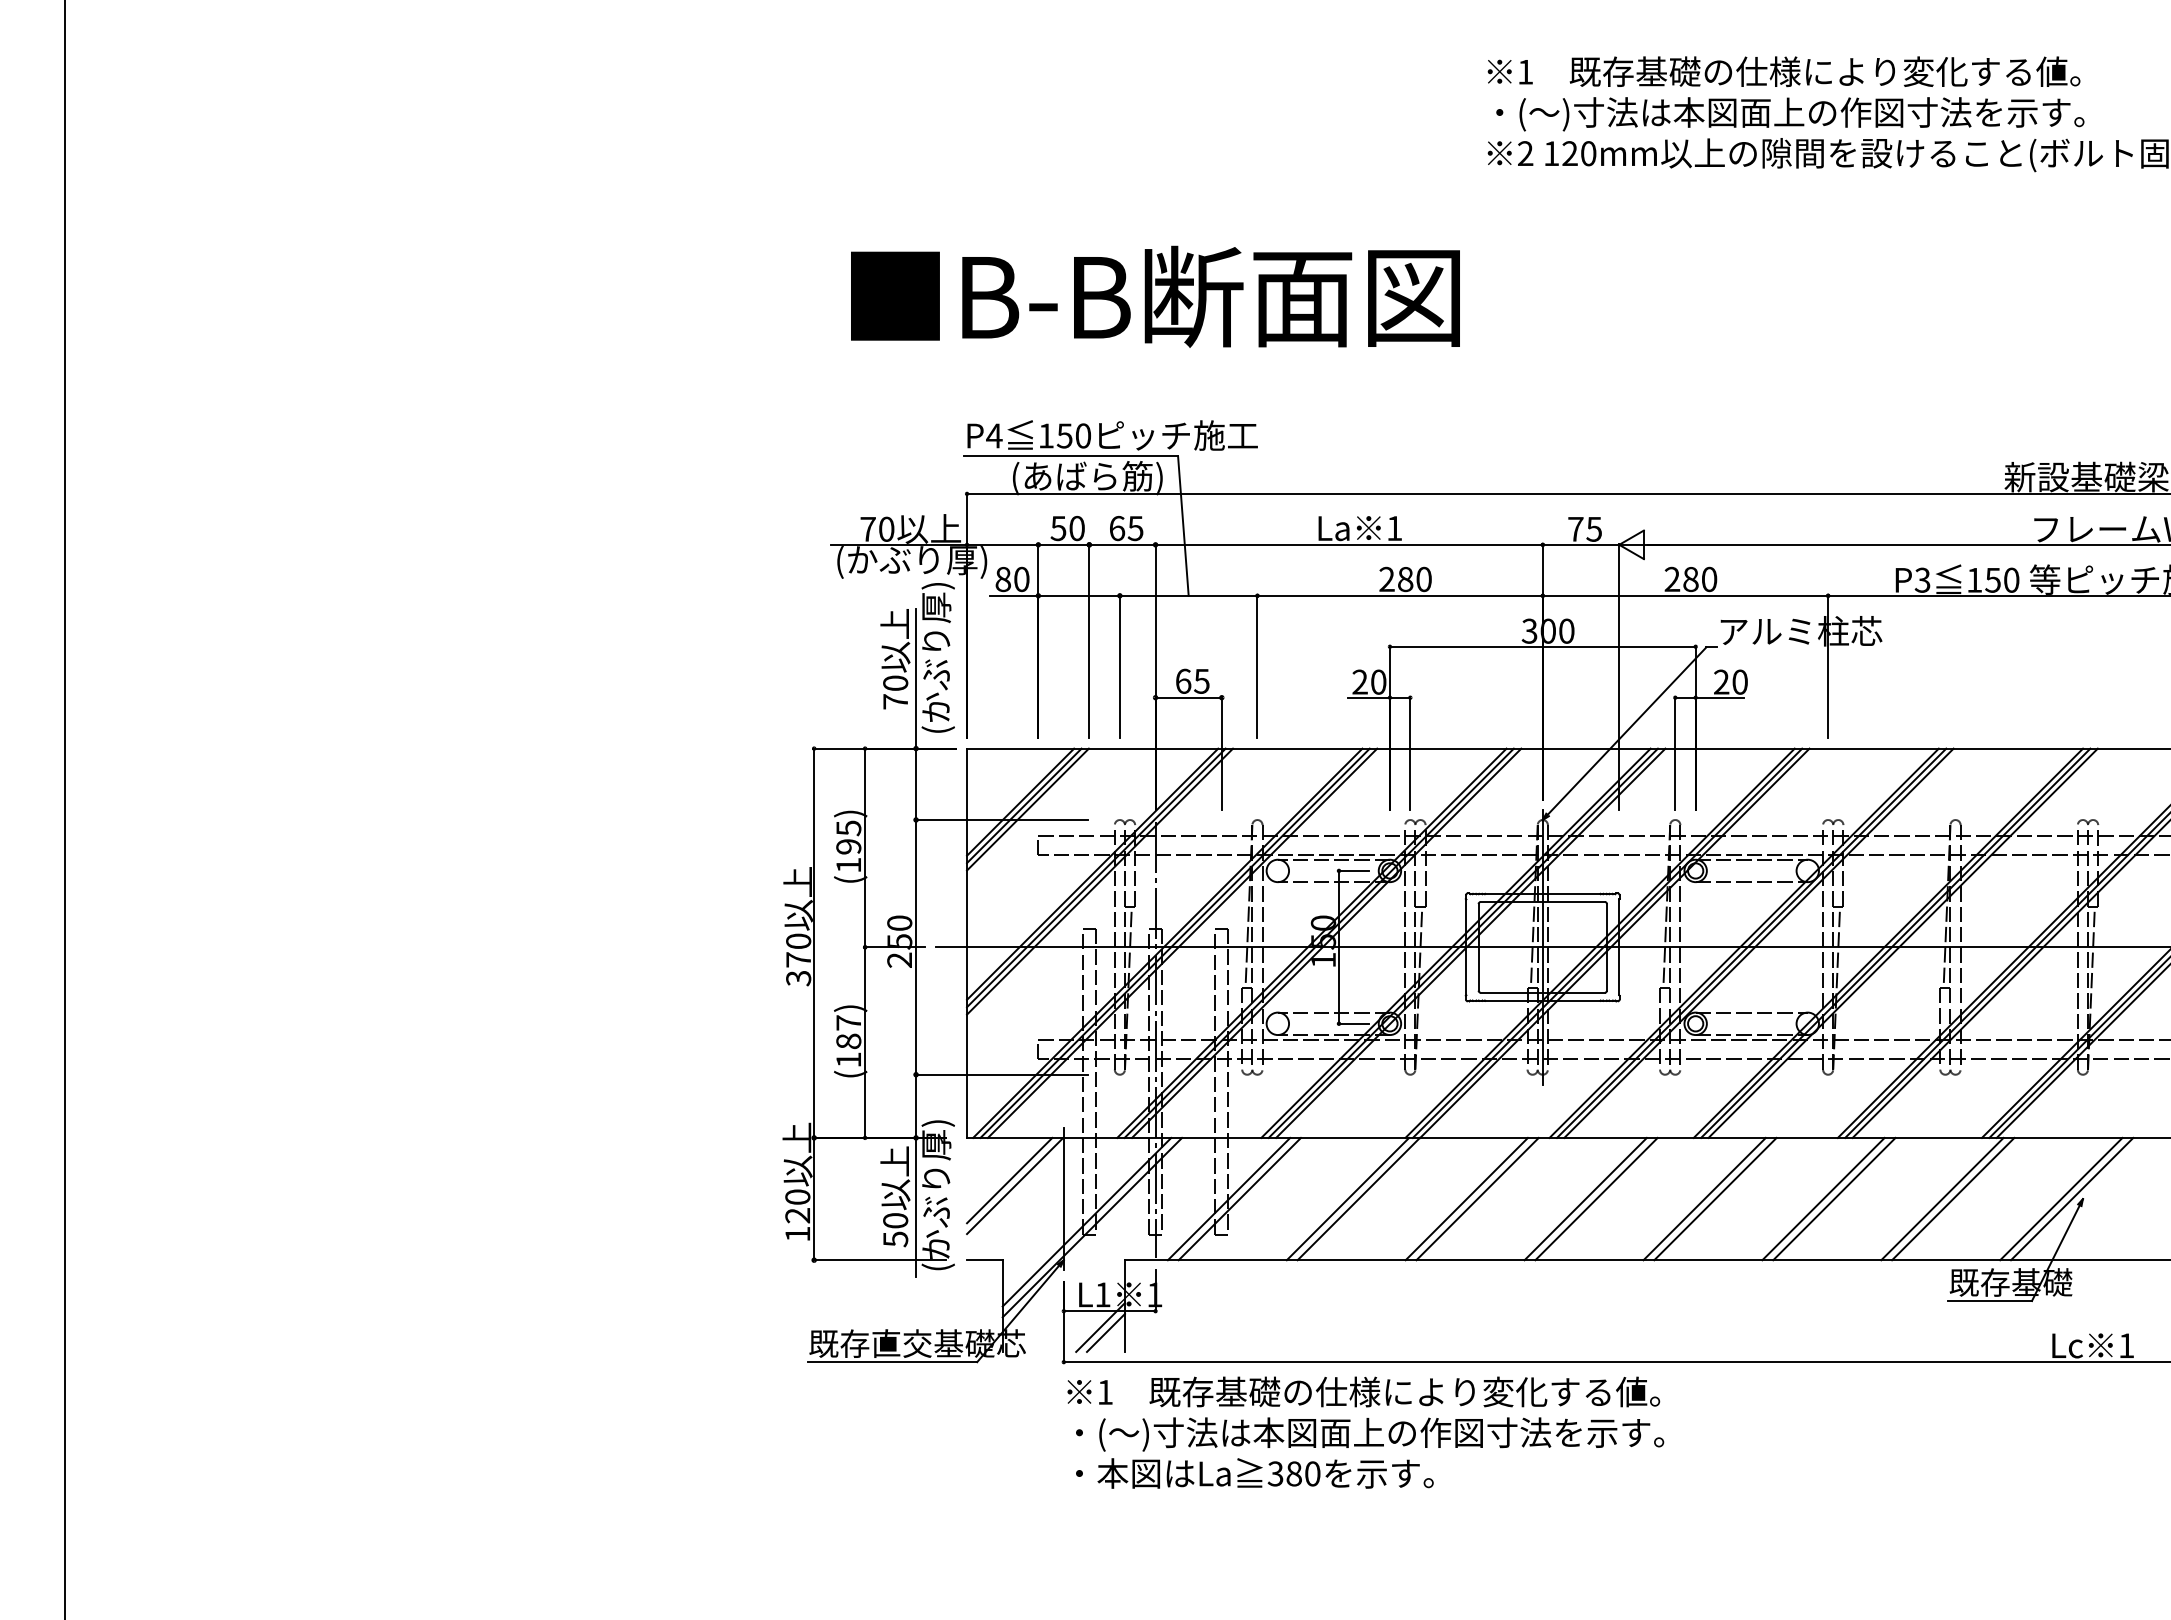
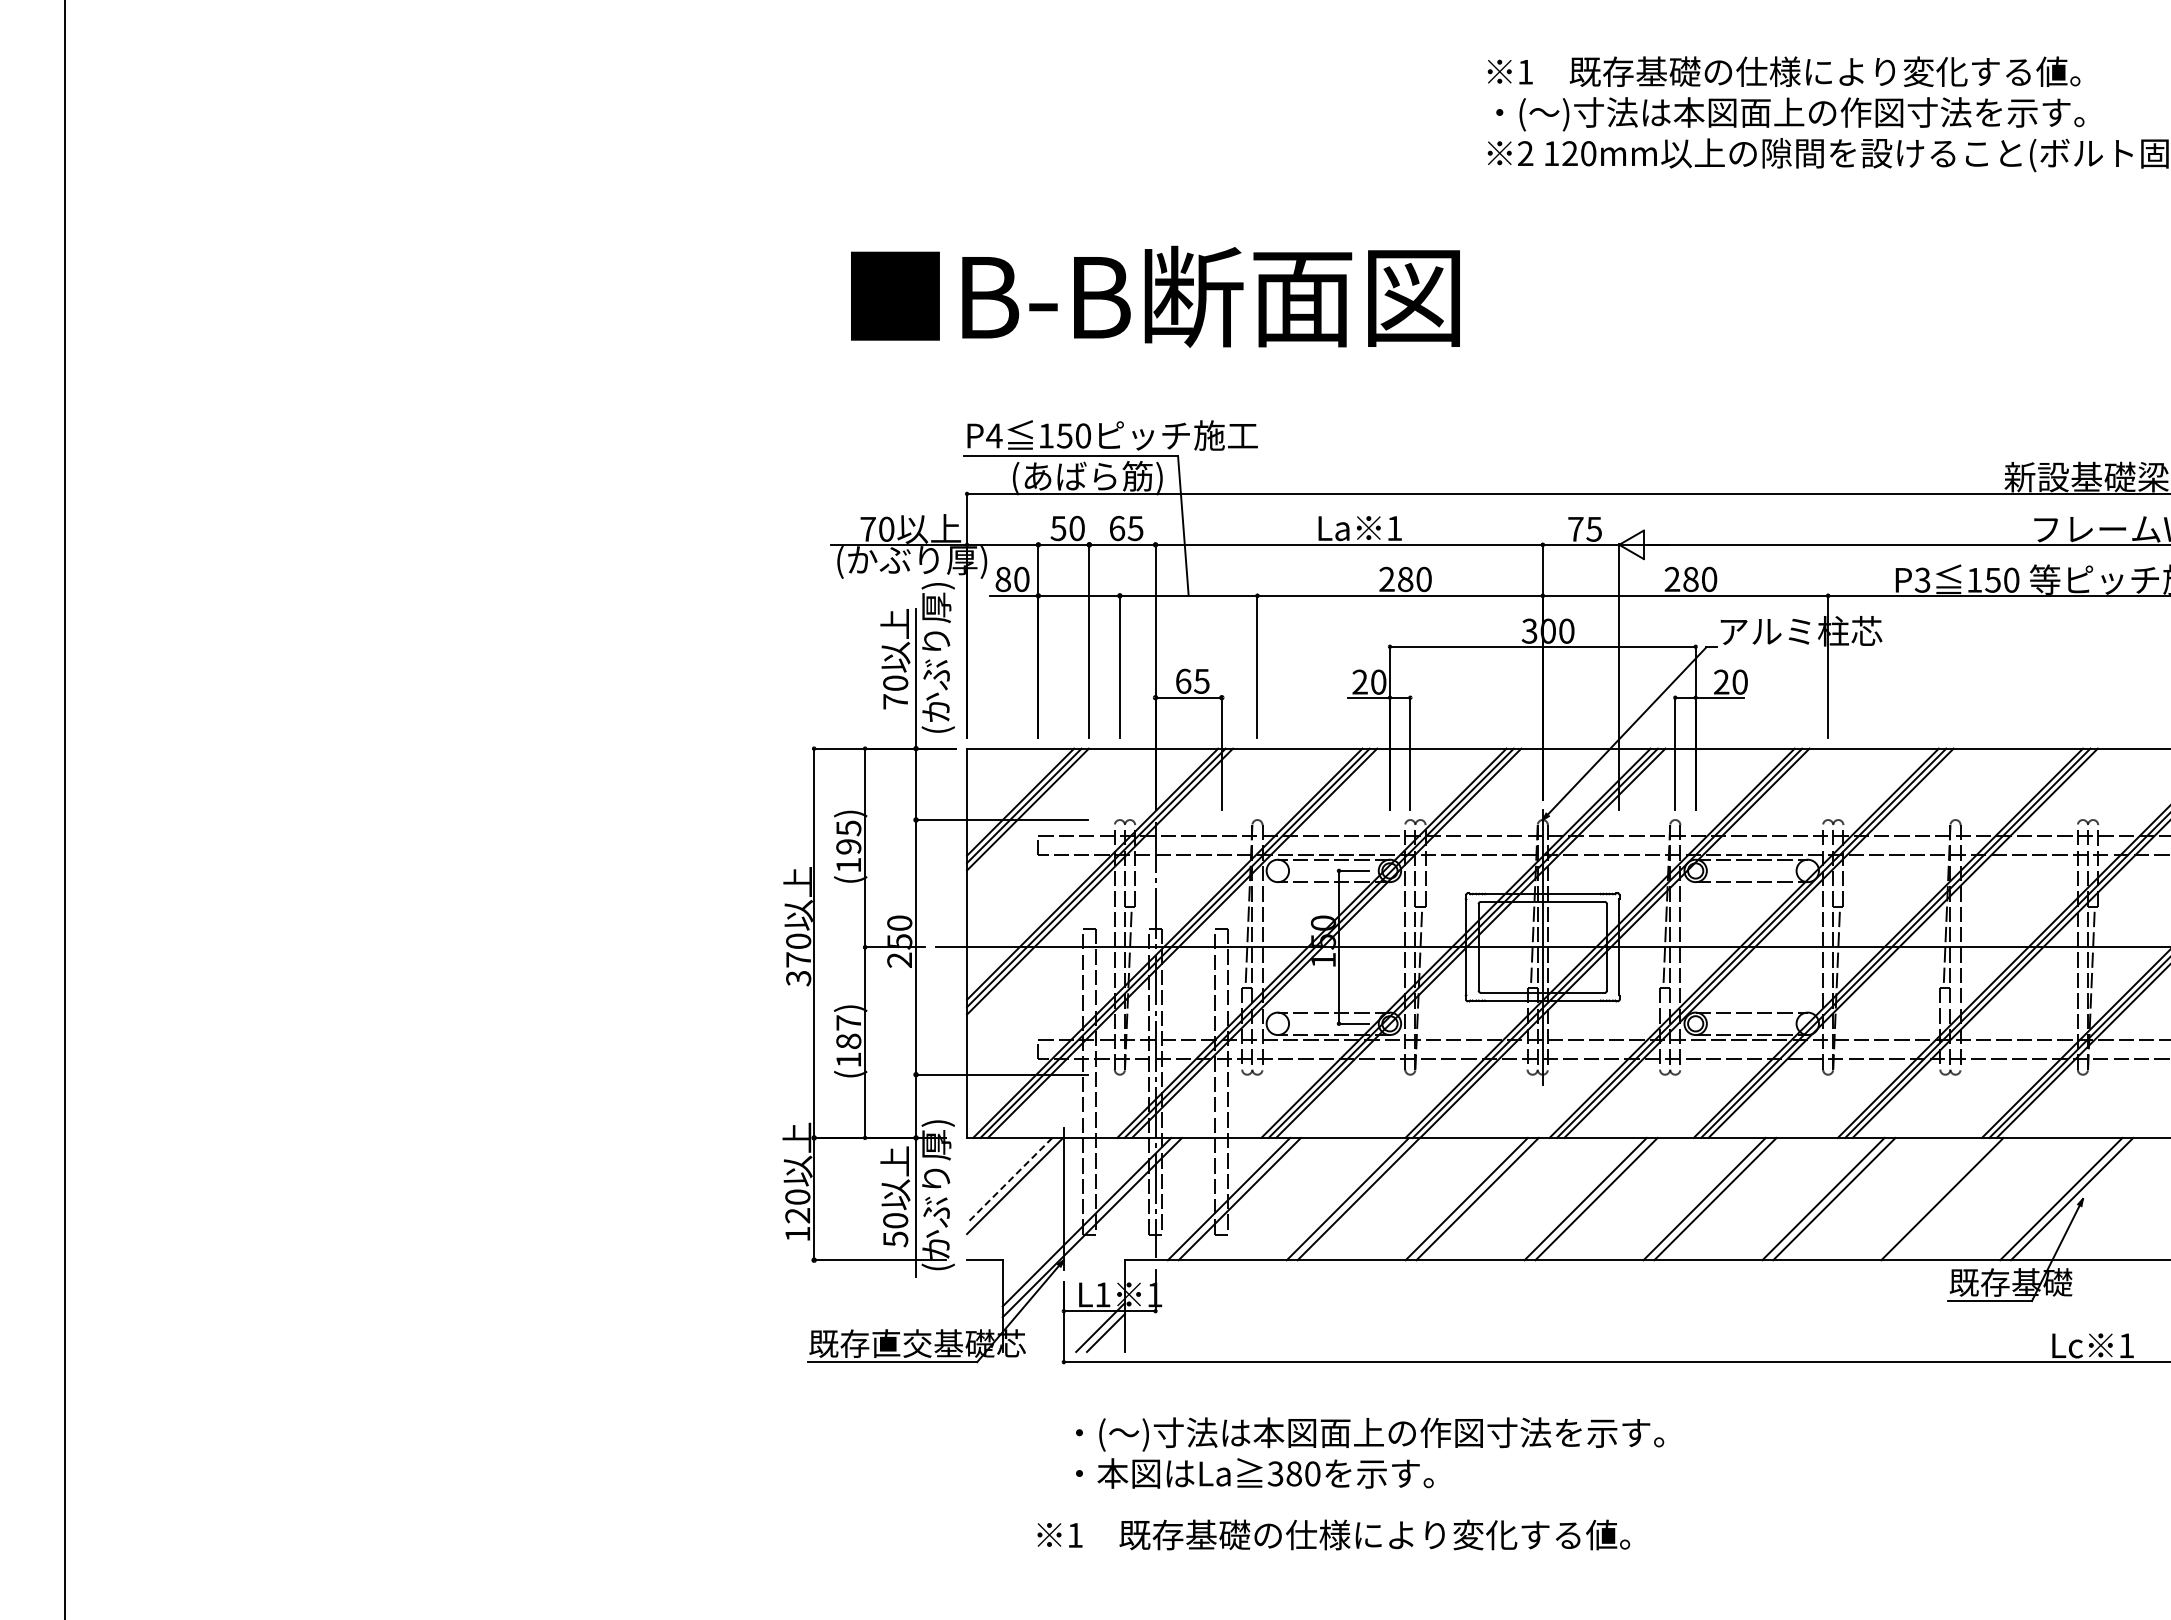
line at (1009, 1180): solid -> dashed
line at (1953, 1198): present -> none
text at (1363, 1391) position: (1363, 1391) -> (1333, 1534)
